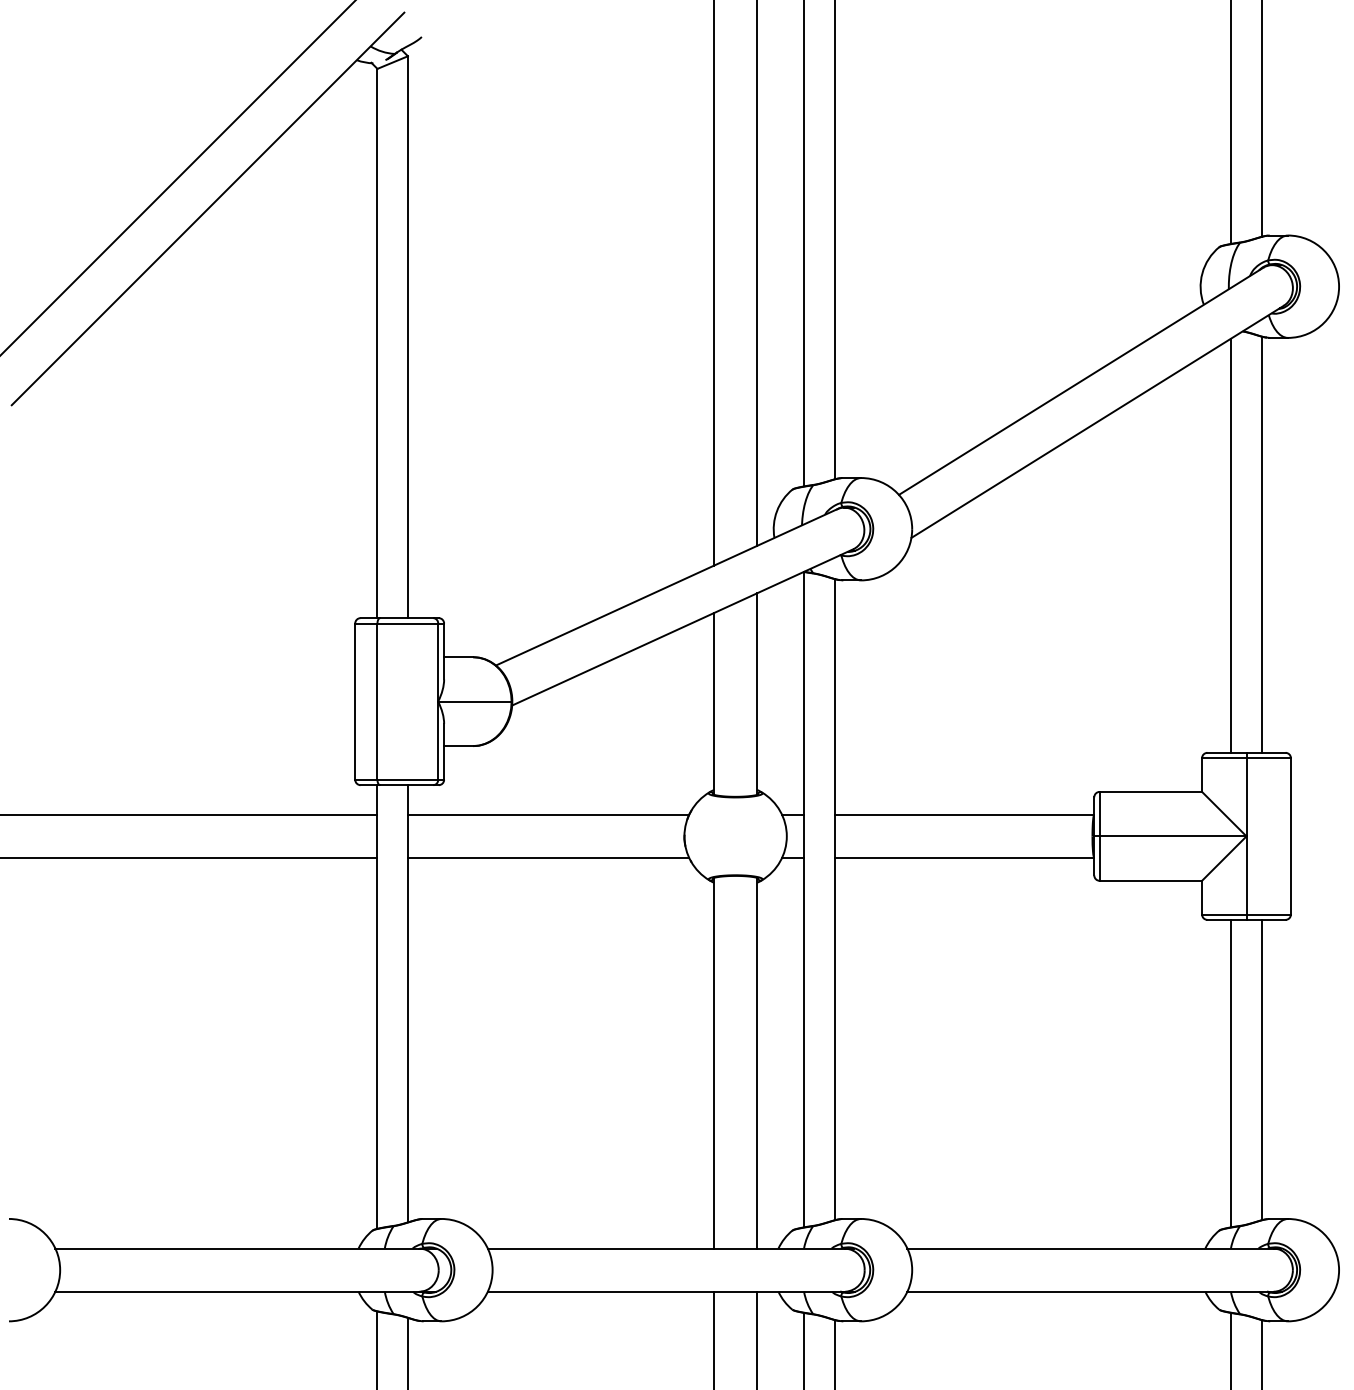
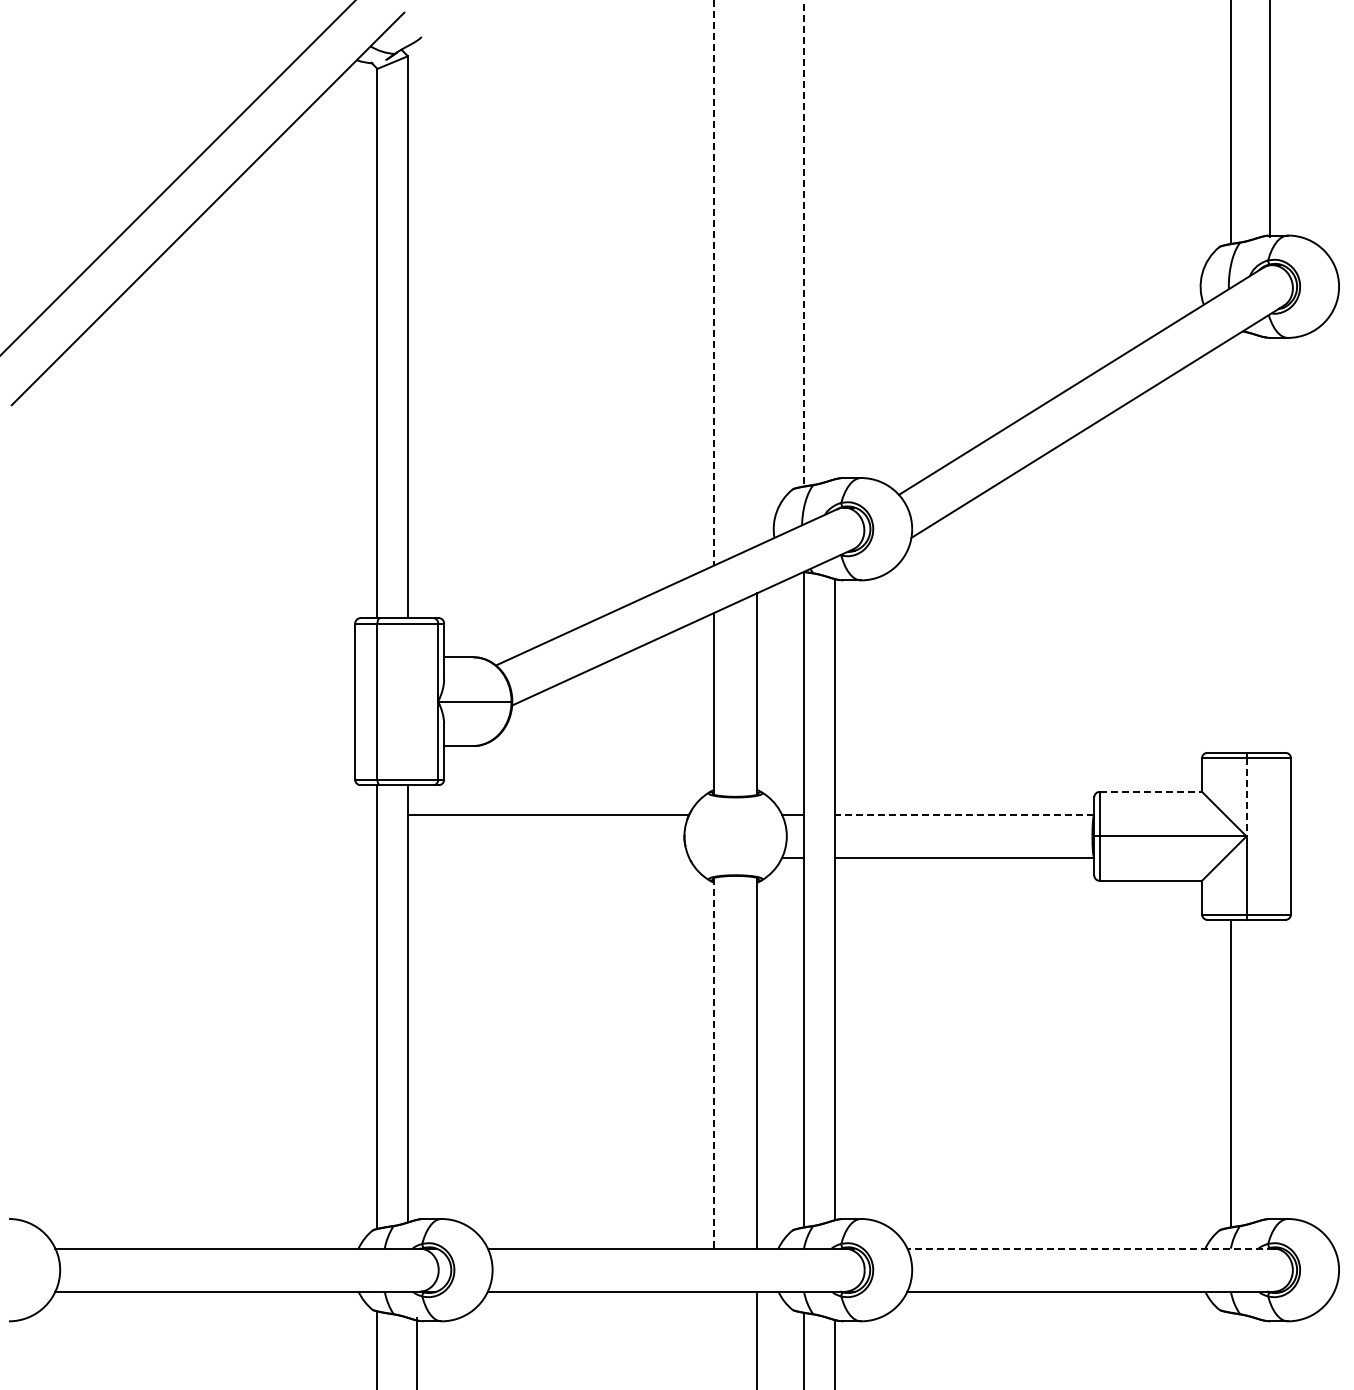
line at (1261, 119) position: (1261, 119) -> (1269, 119)
line at (834, 240): present -> none
line at (804, 243): solid -> dashed
line at (757, 273): present -> none
line at (714, 283): solid -> dashed
line at (1261, 544): present -> none
line at (1231, 545): present -> none
line at (1151, 791): solid -> dashed
line at (1246, 797): solid -> dashed
line at (189, 814): present -> none
line at (964, 814): solid -> dashed
line at (189, 857): present -> none
line at (548, 857): present -> none
line at (714, 1063): solid -> dashed
line at (1261, 1069): present -> none
line at (1090, 1248): solid -> dashed
line at (714, 1338): present -> none
line at (1231, 1349): present -> none
line at (407, 1351) position: (407, 1351) -> (416, 1351)
line at (1261, 1353): present -> none
